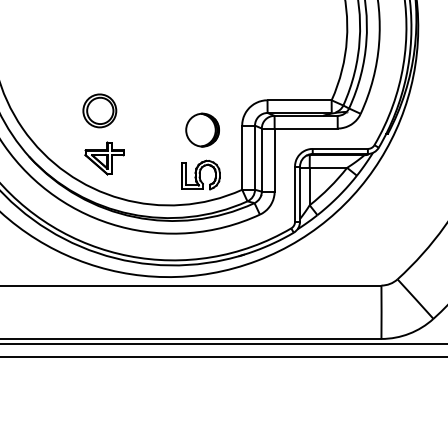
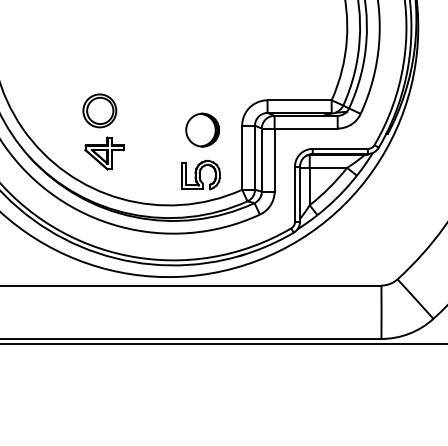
part at (104, 158) position: (104, 158) -> (104, 153)
line at (223, 356): present -> none
